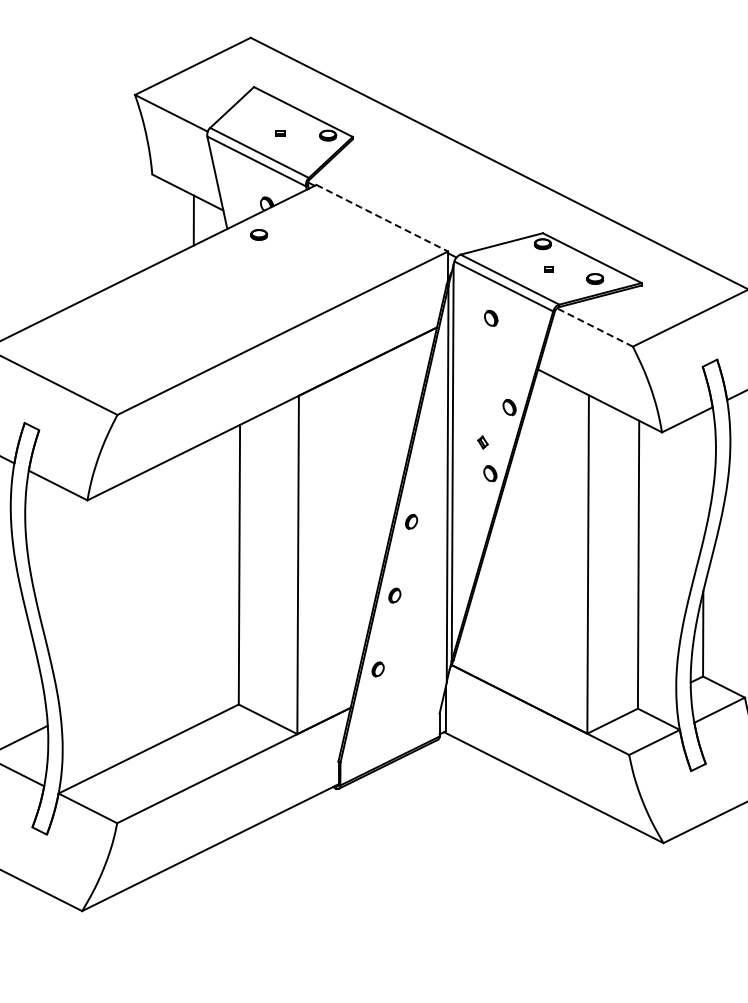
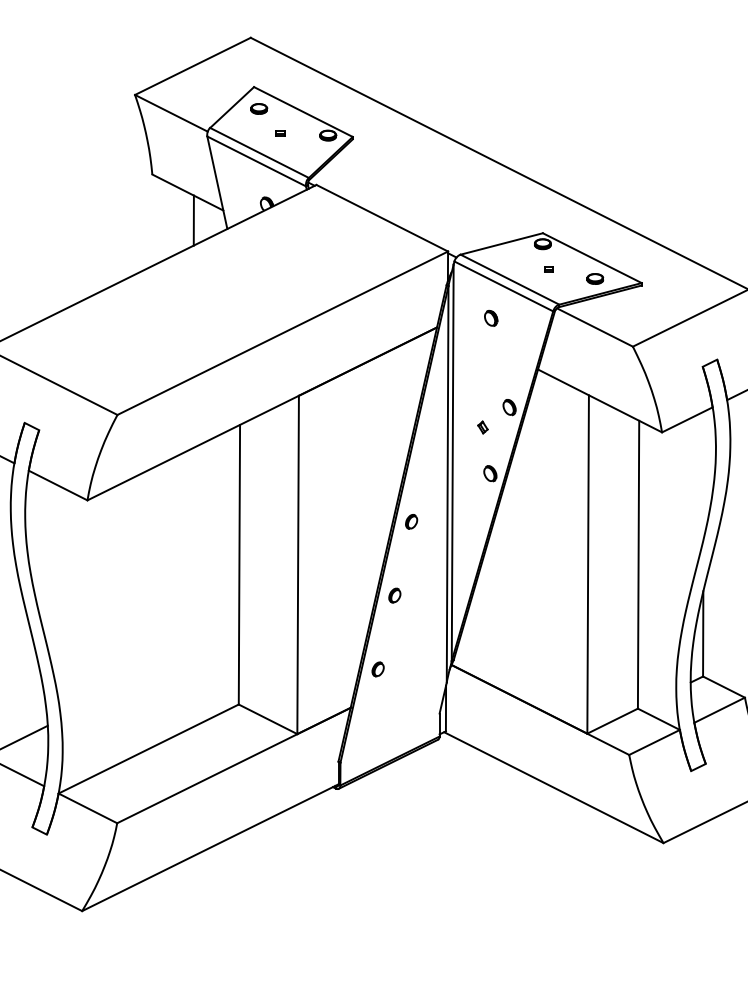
line at (382, 218): dashed -> solid
part at (259, 234) position: (259, 234) -> (259, 108)
line at (594, 327): dashed -> solid
part at (482, 442) position: (482, 442) -> (482, 427)
